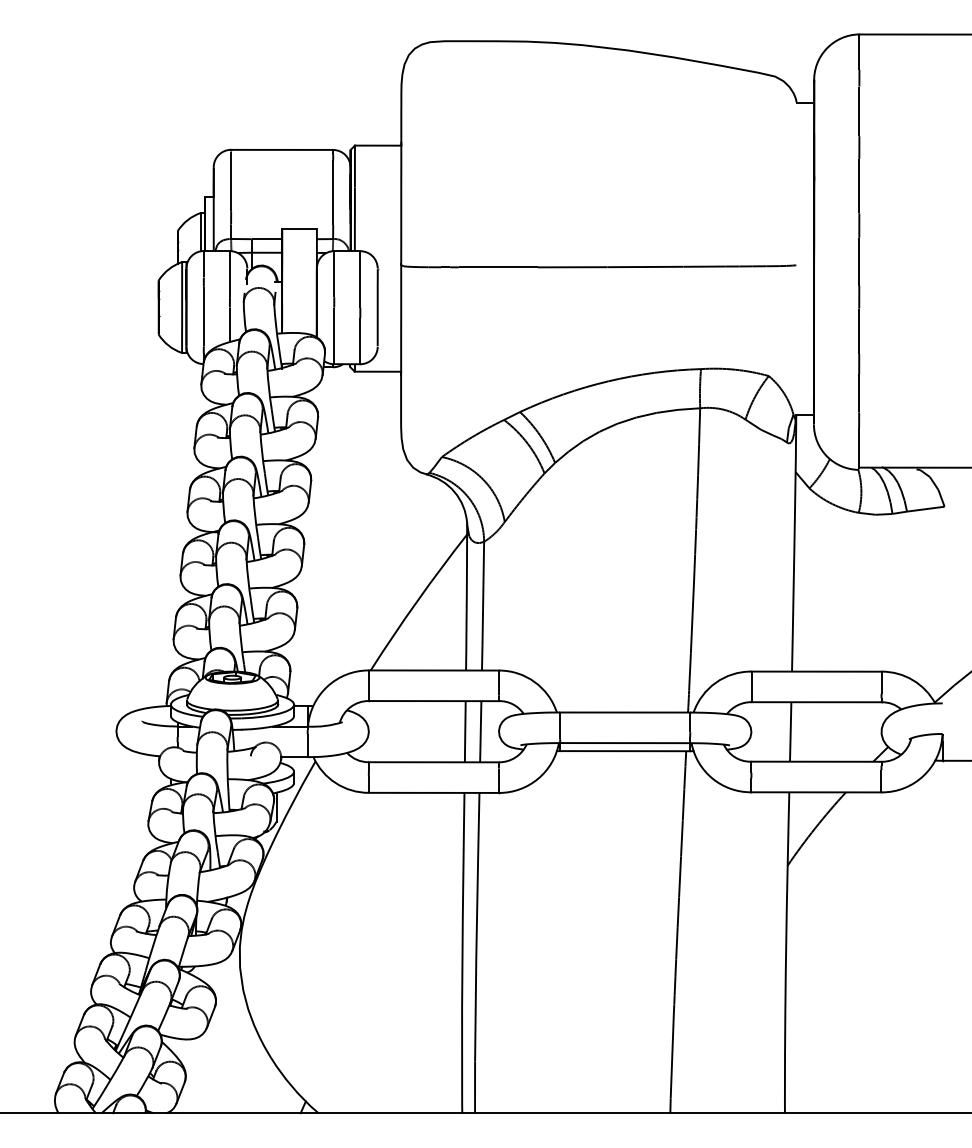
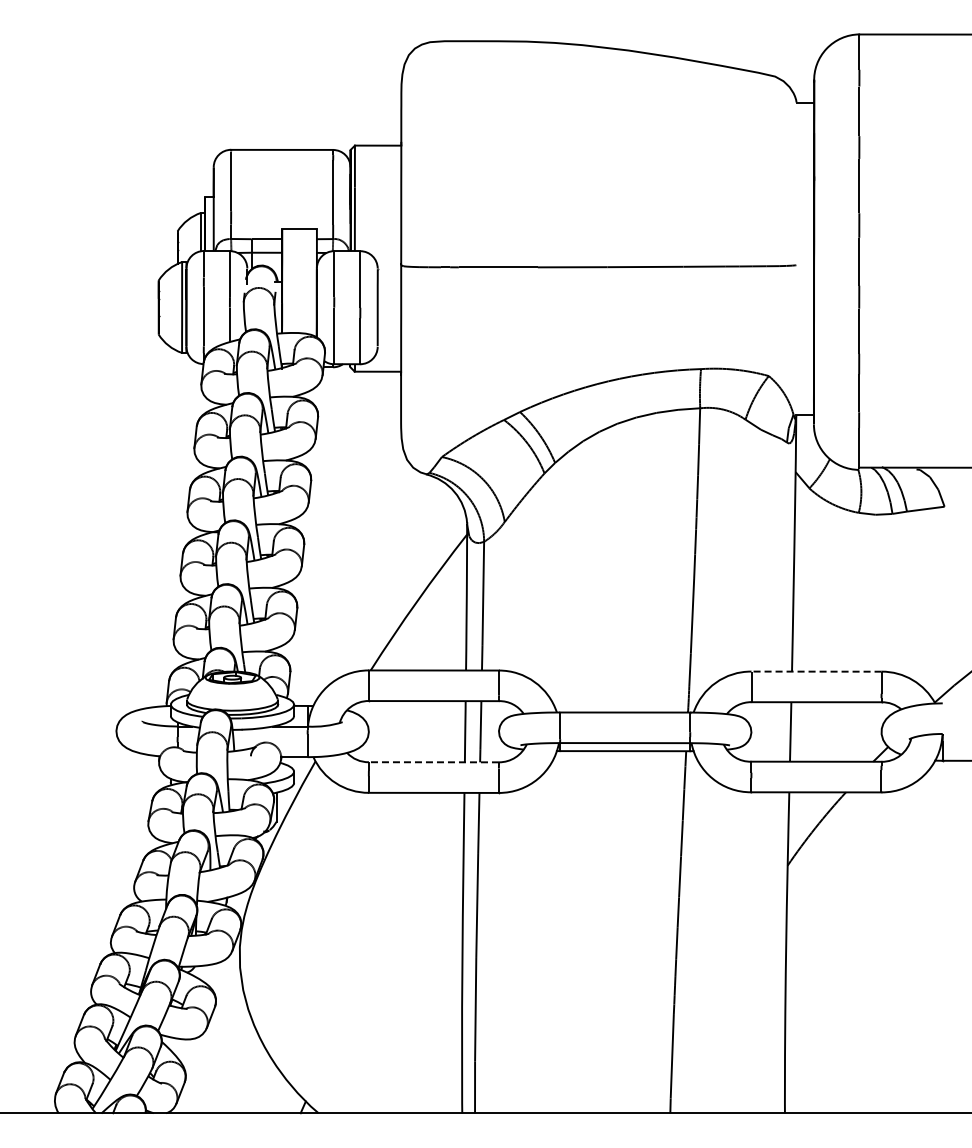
line at (816, 671): solid -> dashed
line at (433, 762): solid -> dashed
